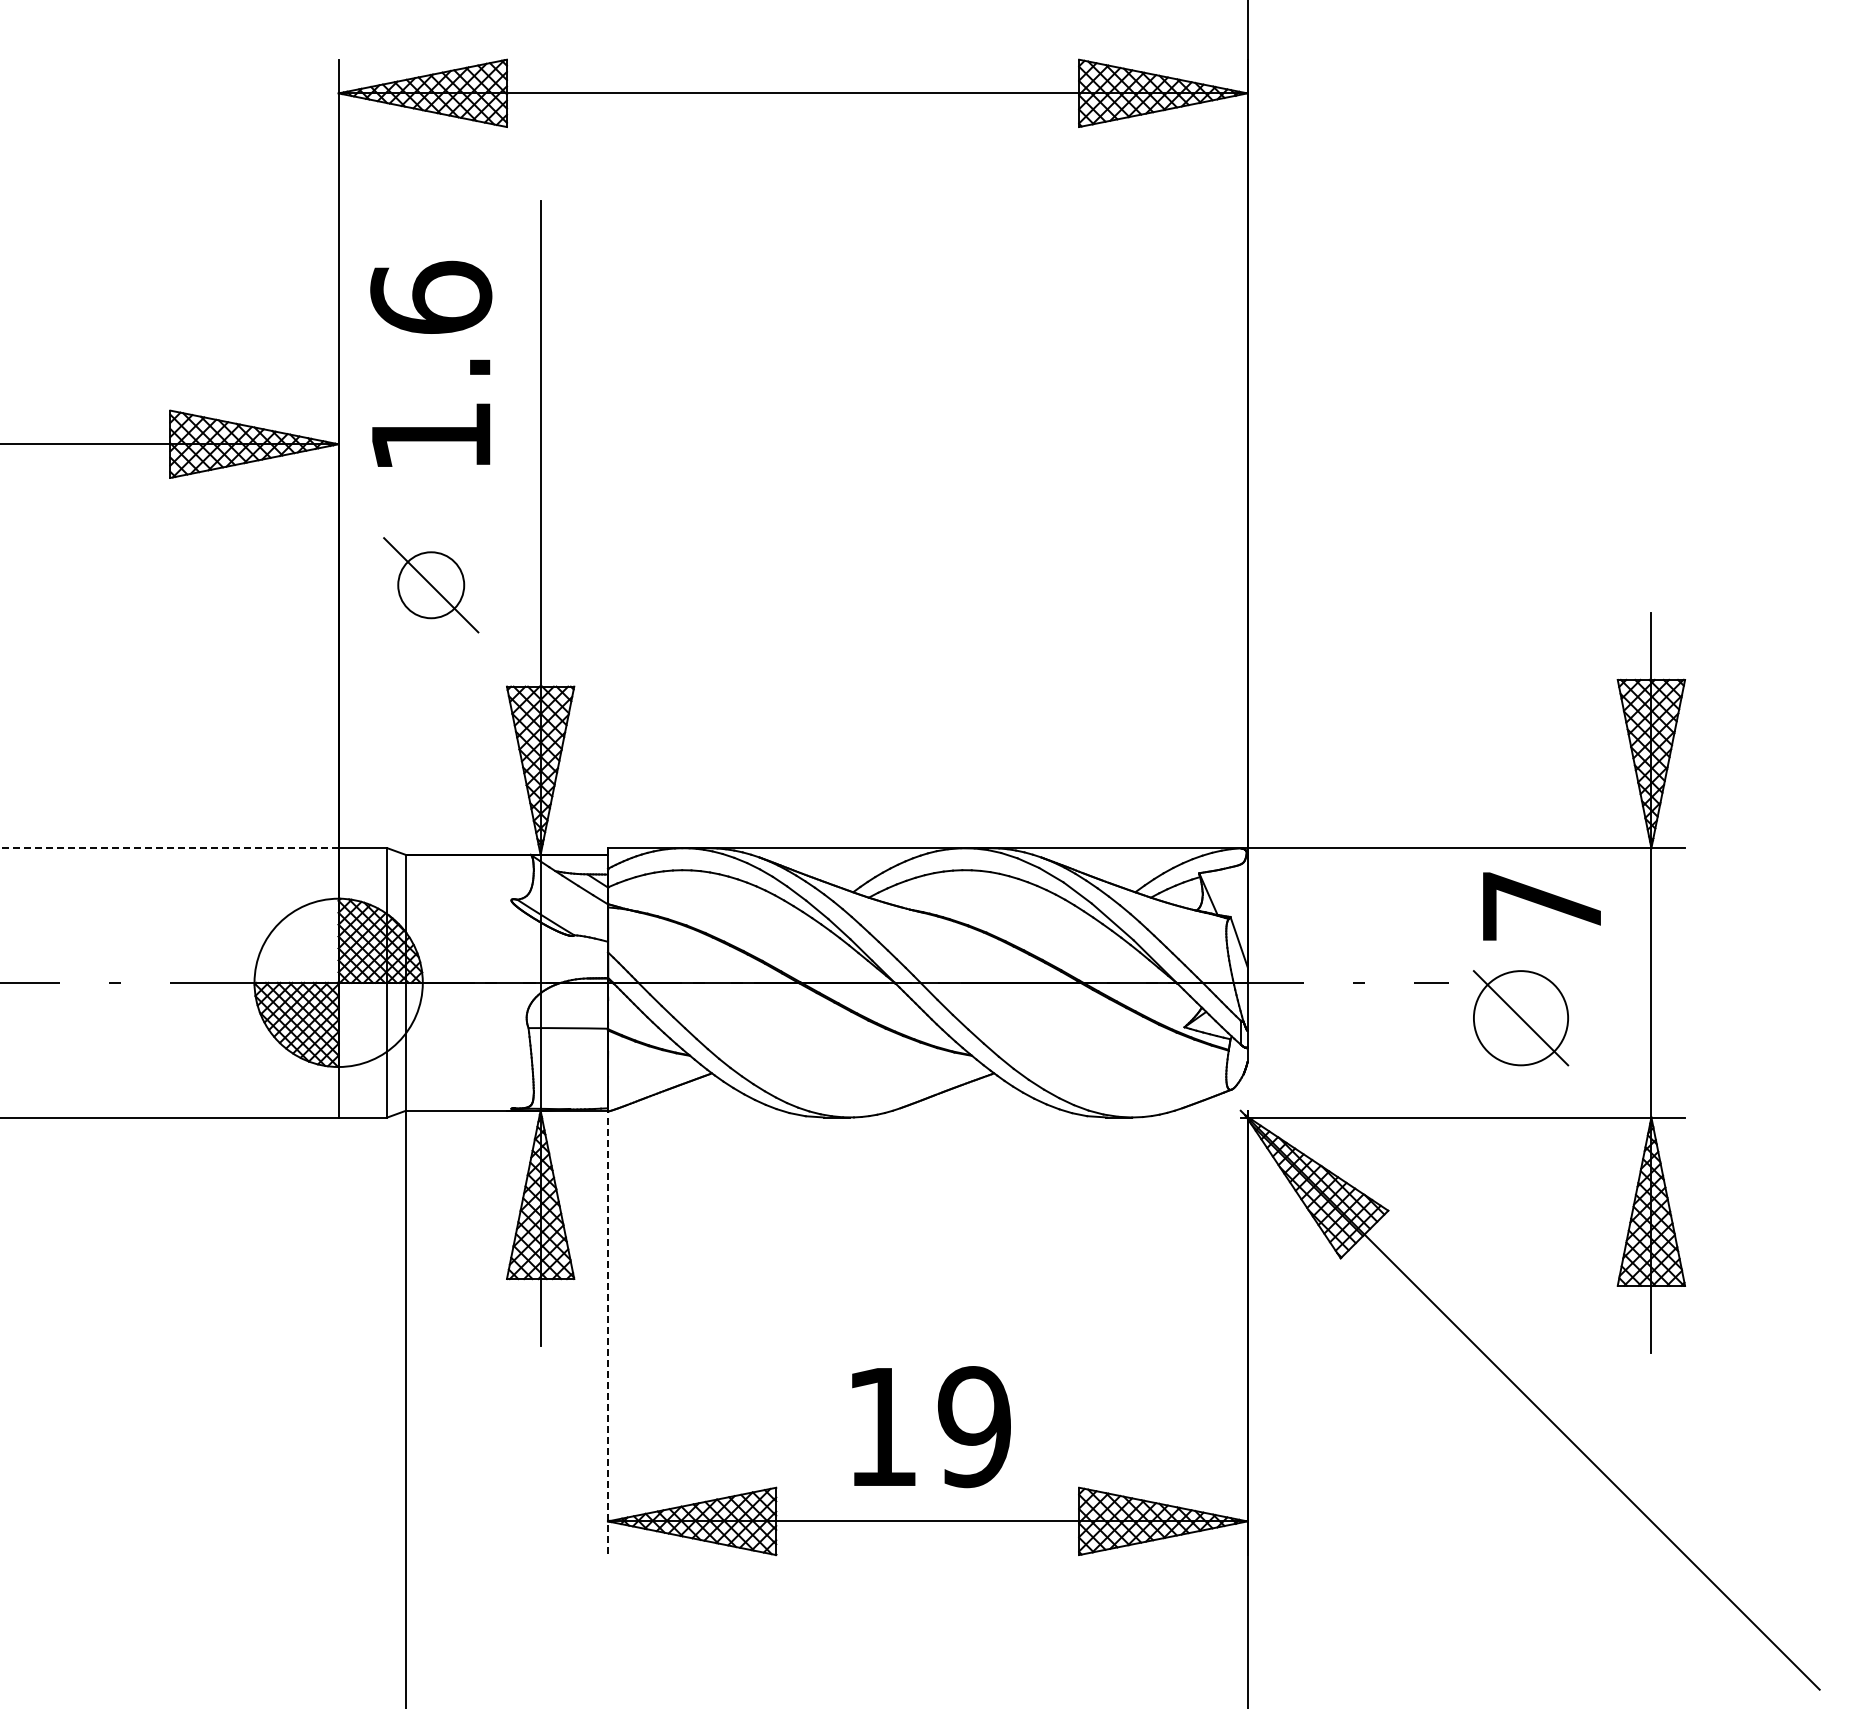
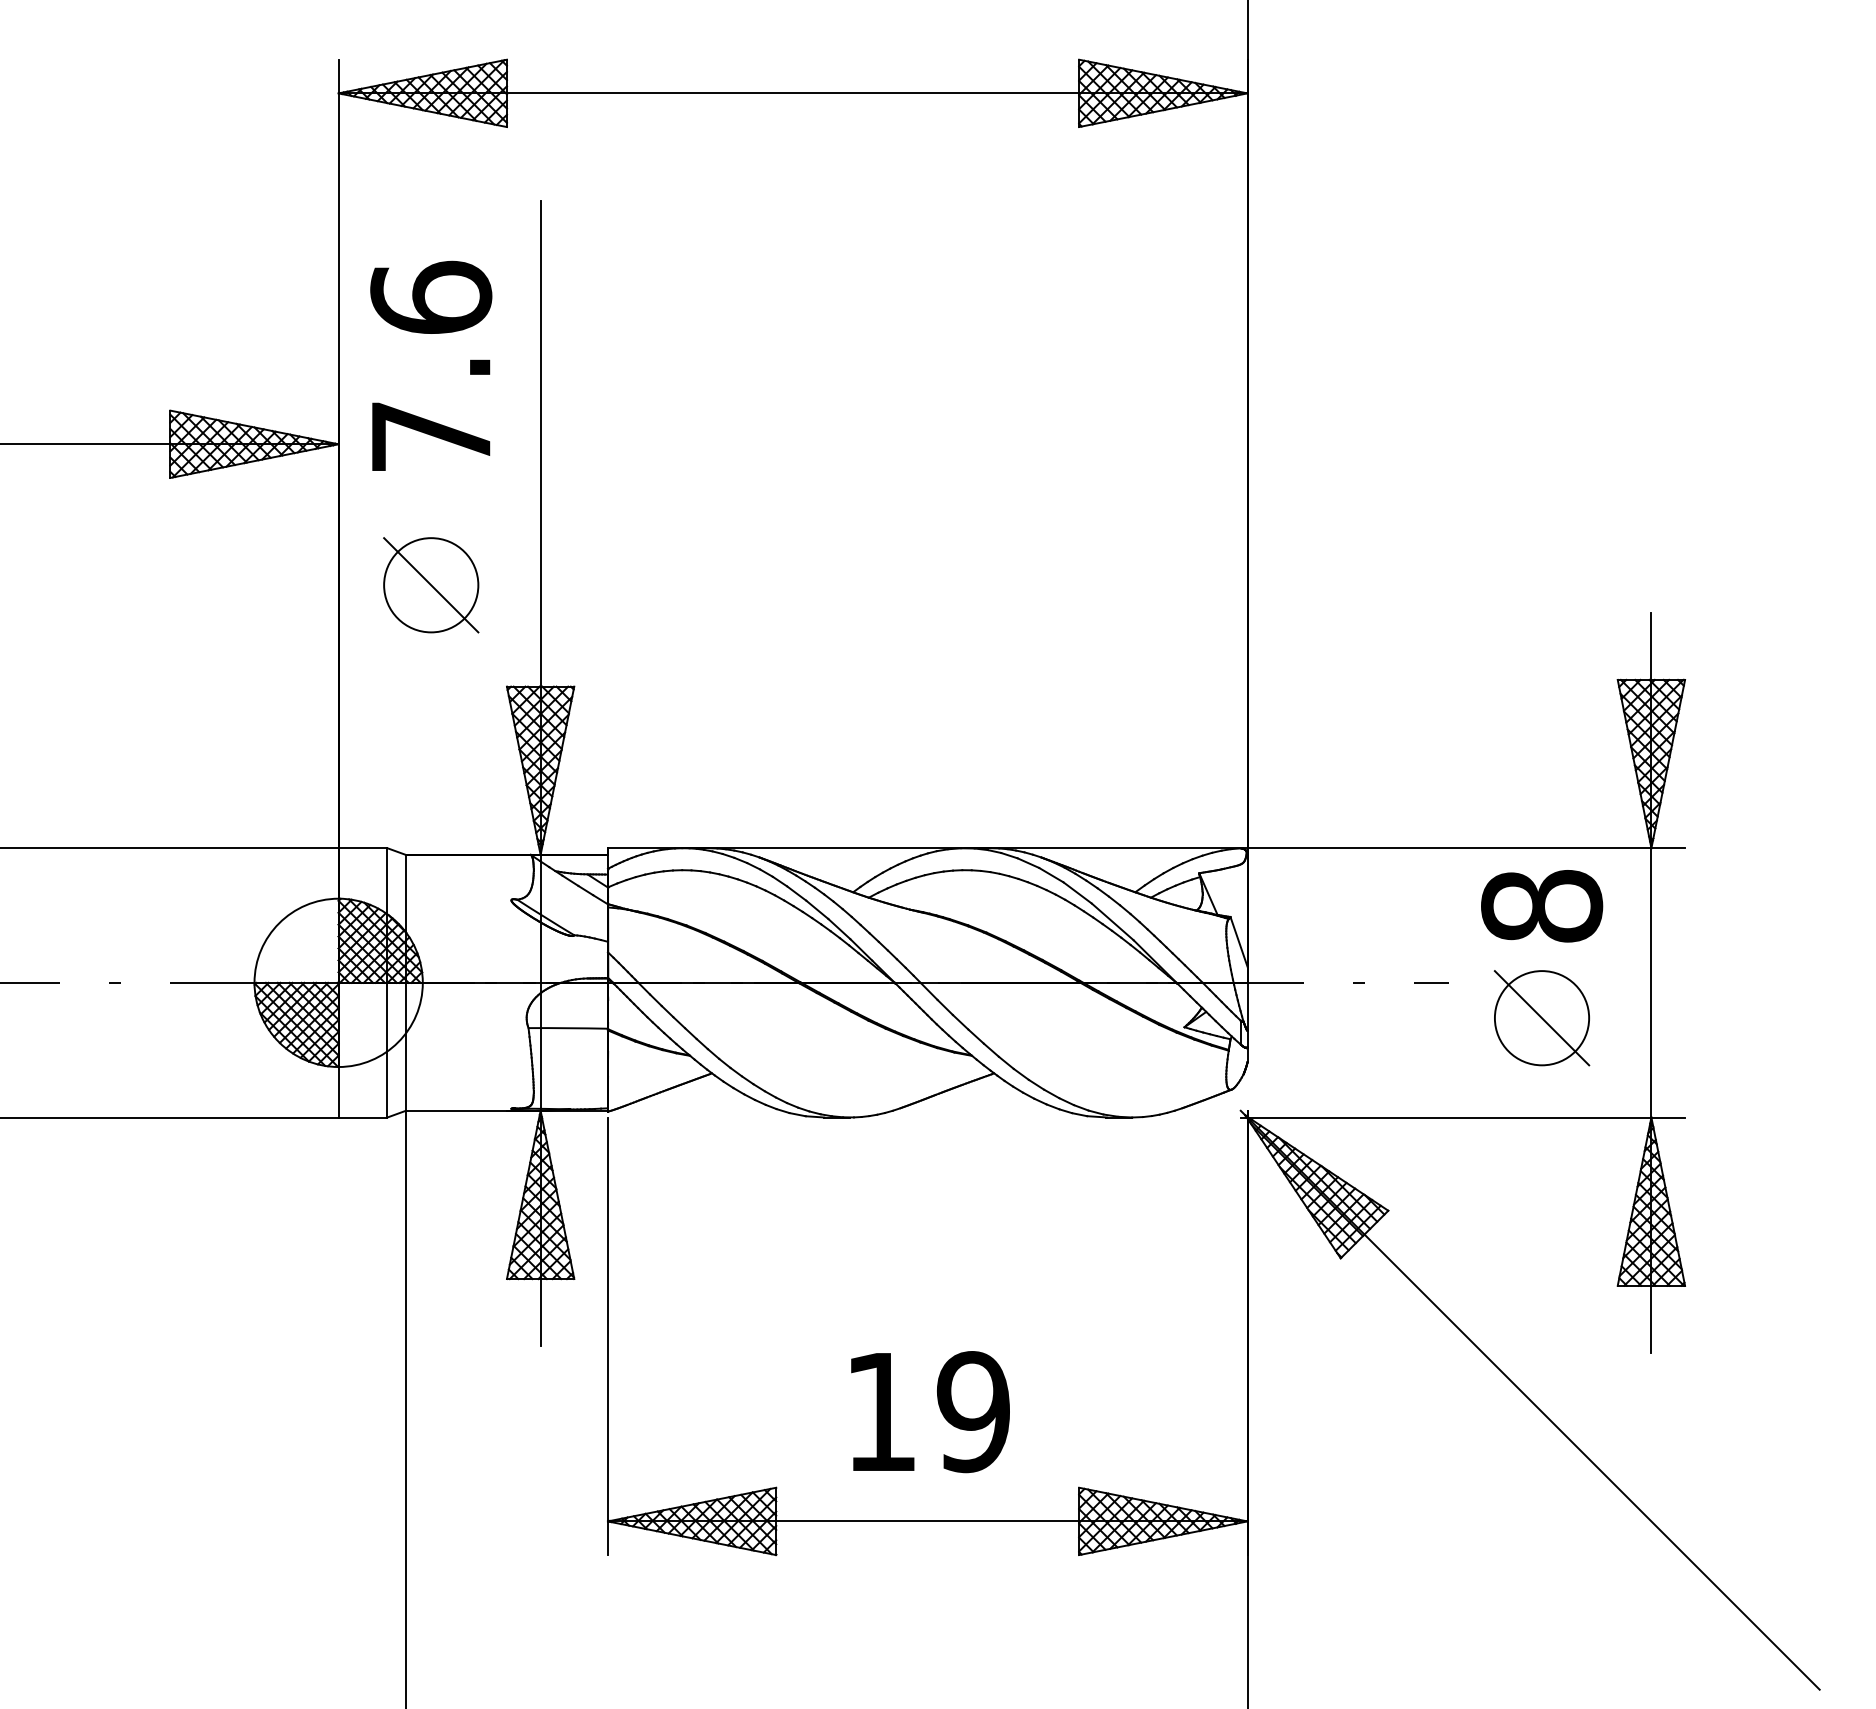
text at (431, 436): 1.6 -> 7.6
circle at (431, 585) diameter: 66 px -> 94 px
line at (169, 848): dashed -> solid
text at (1542, 906): 7 -> 8
part at (1520, 1018) position: (1520, 1018) -> (1541, 1018)
line at (607, 1336): dashed -> solid
text at (931, 1427) position: (931, 1427) -> (930, 1412)
